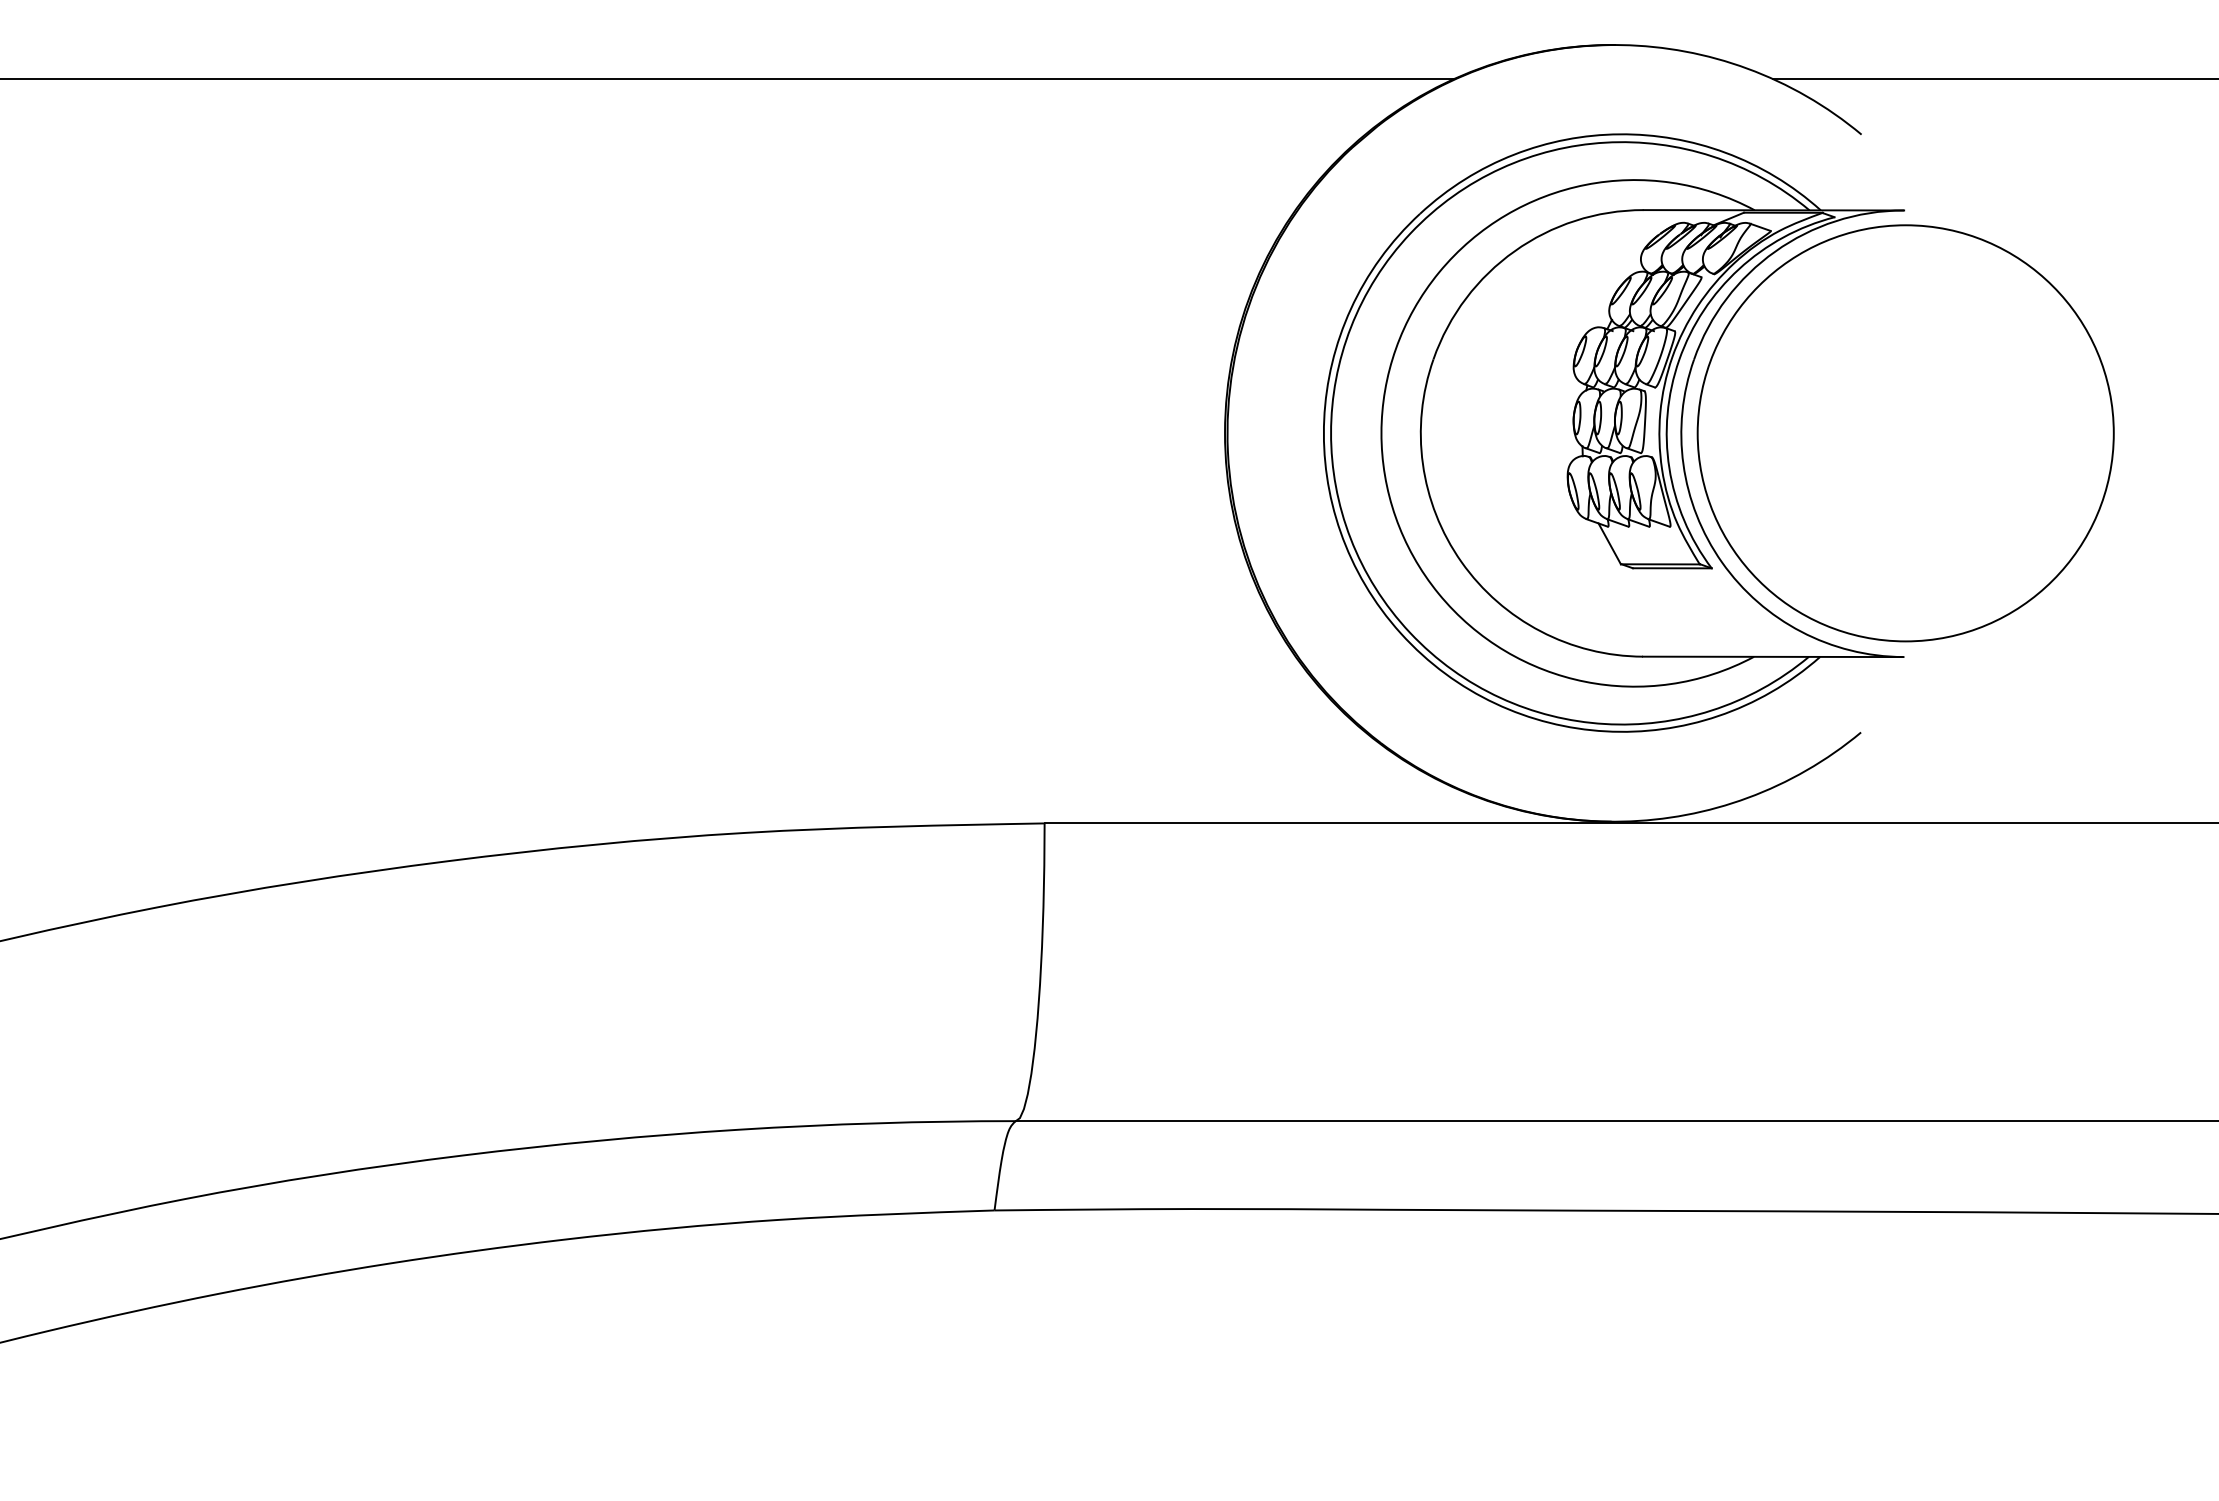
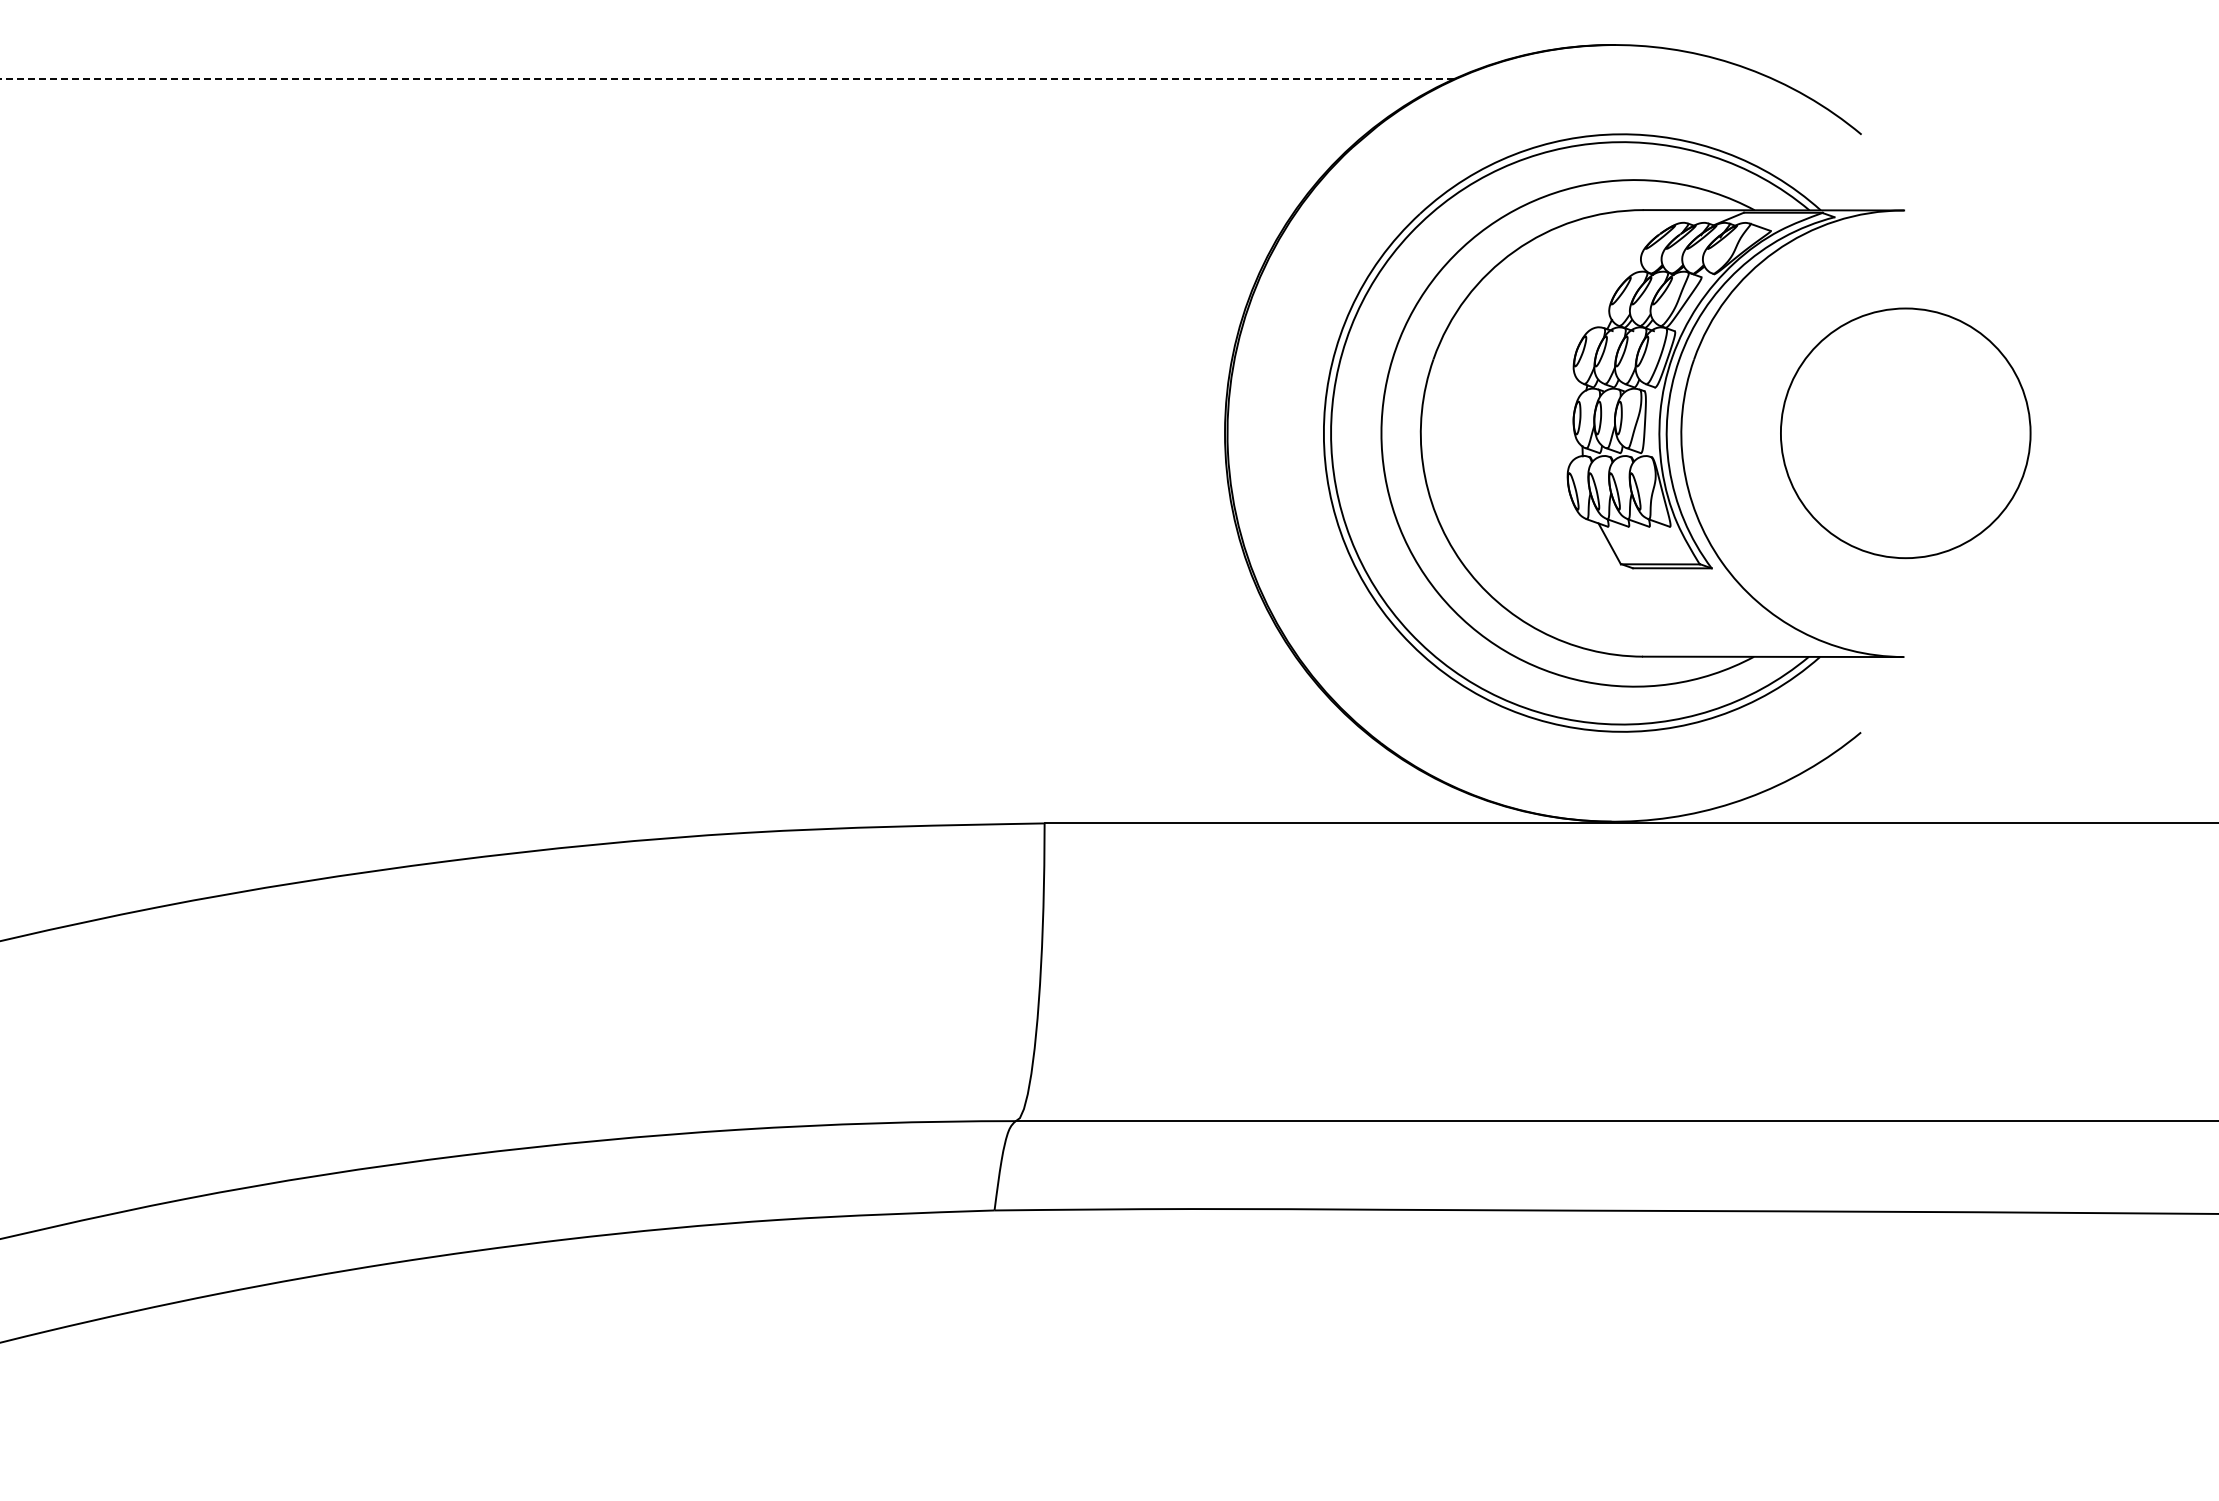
line at (726, 79): solid -> dashed
line at (1993, 79): present -> none
circle at (1905, 433) diameter: 416 px -> 250 px
